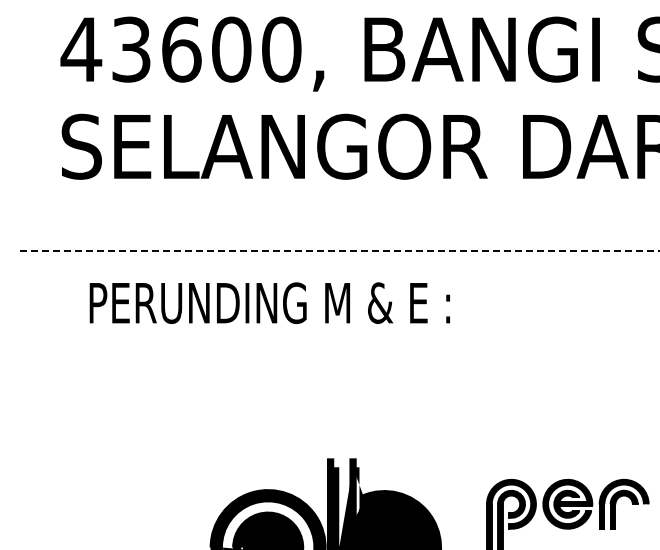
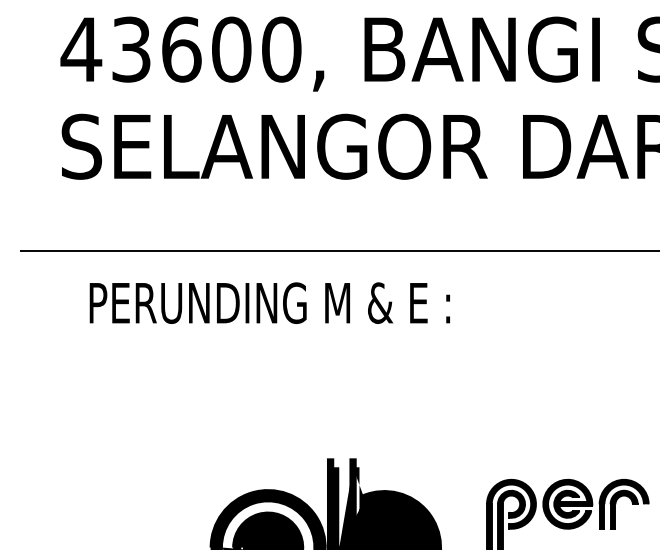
line at (339, 250): dashed -> solid
